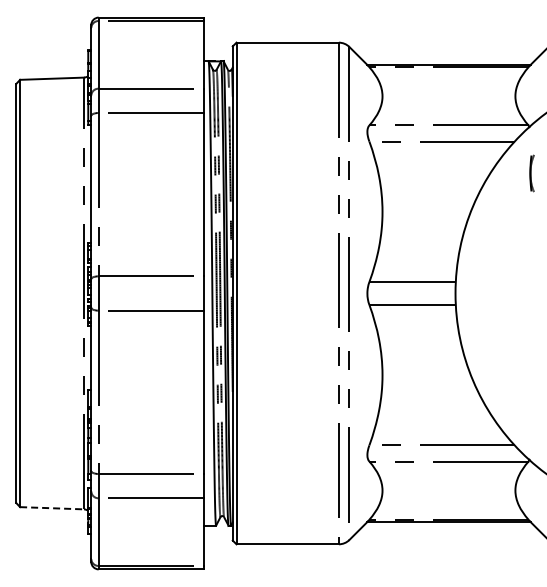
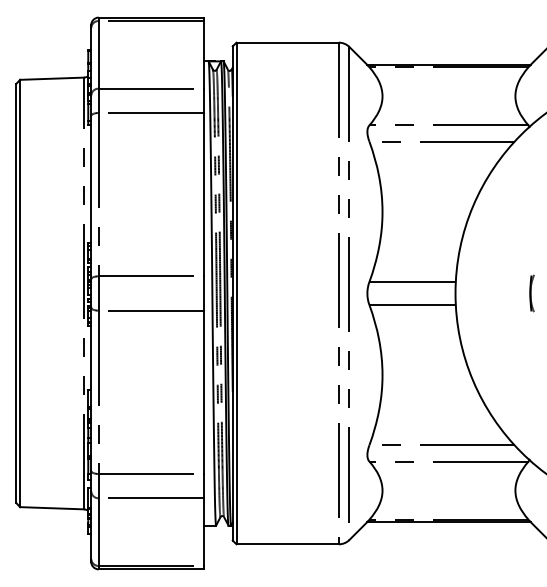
part at (531, 173) position: (531, 173) -> (531, 293)
line at (52, 508): dashed -> solid
